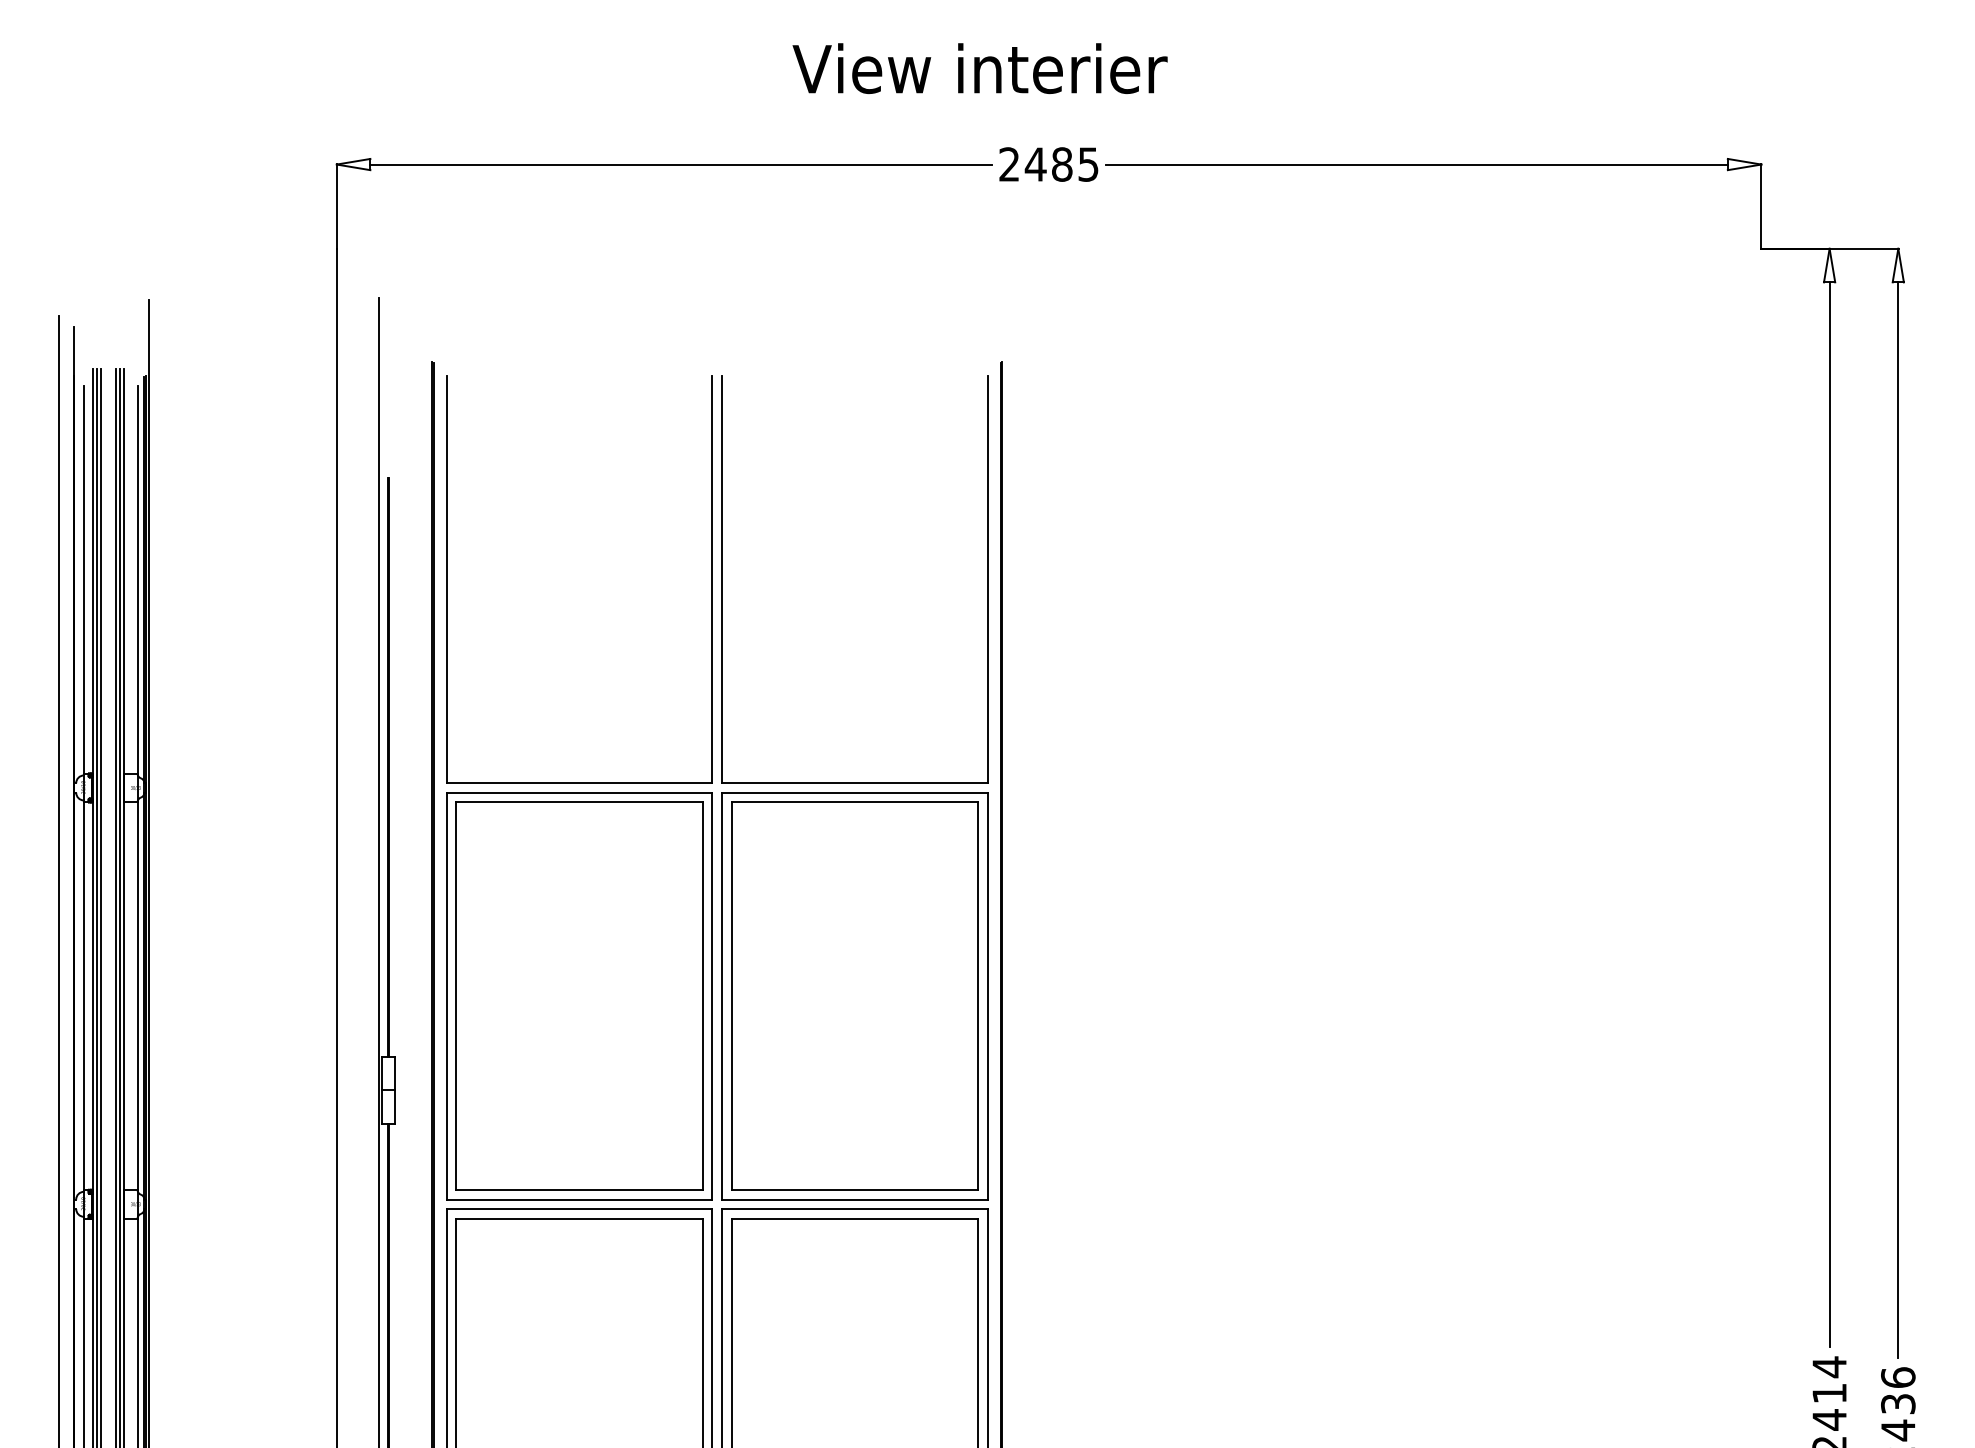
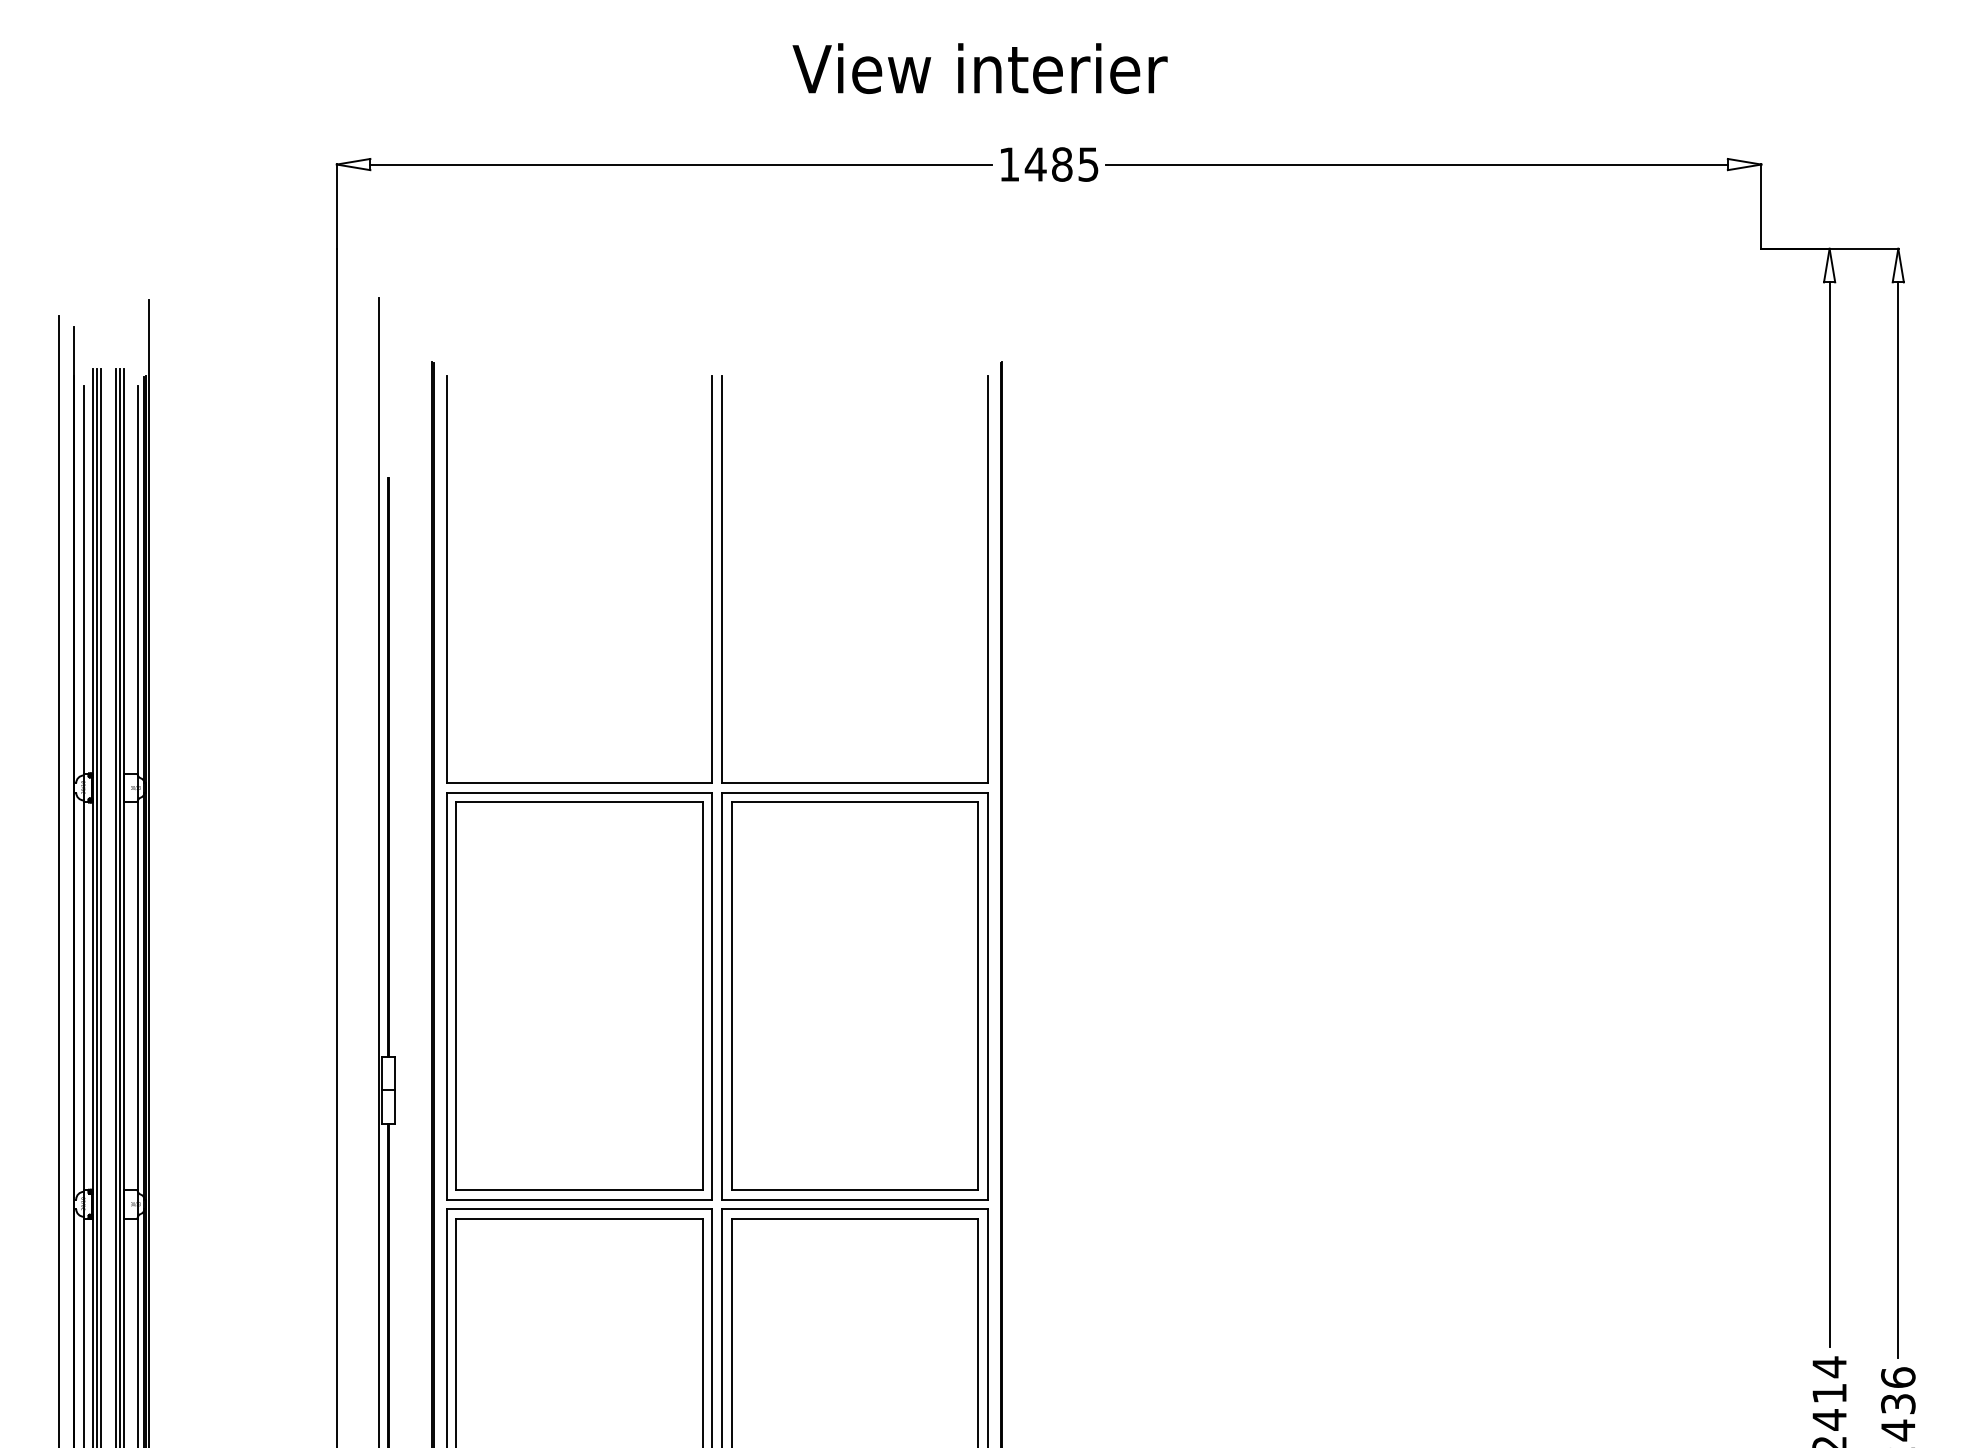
text at (1008, 164): 2485 -> 1485
